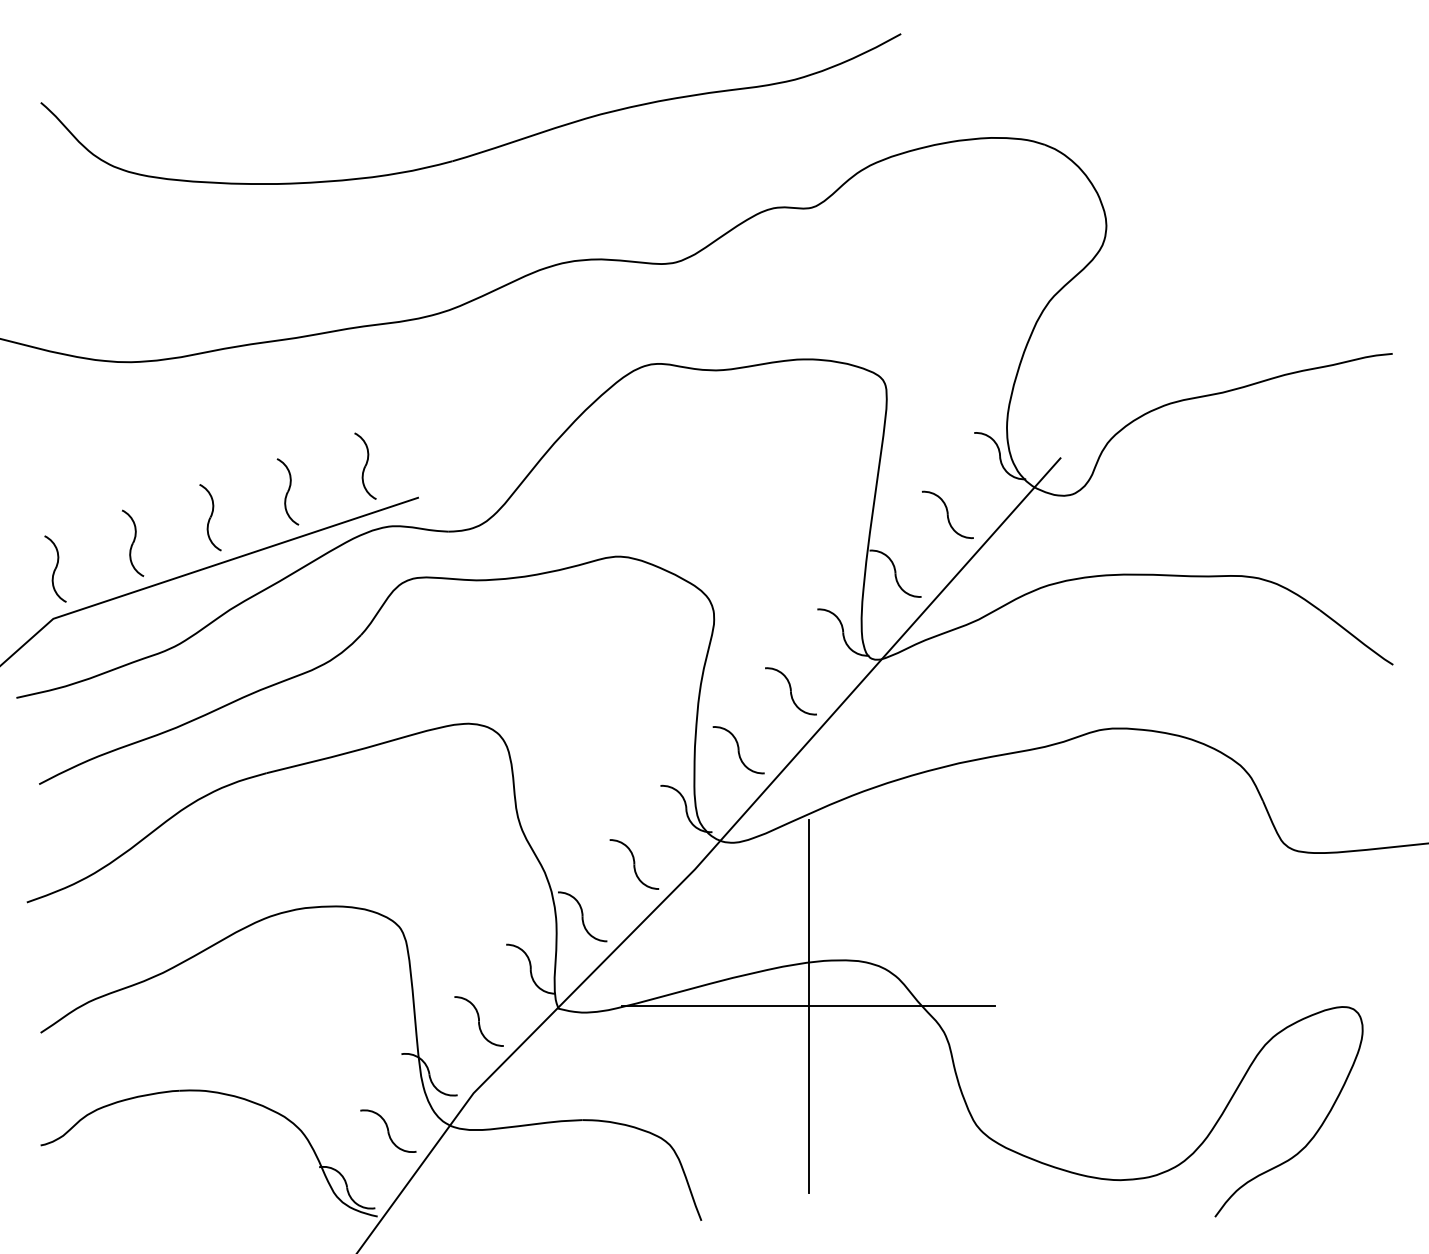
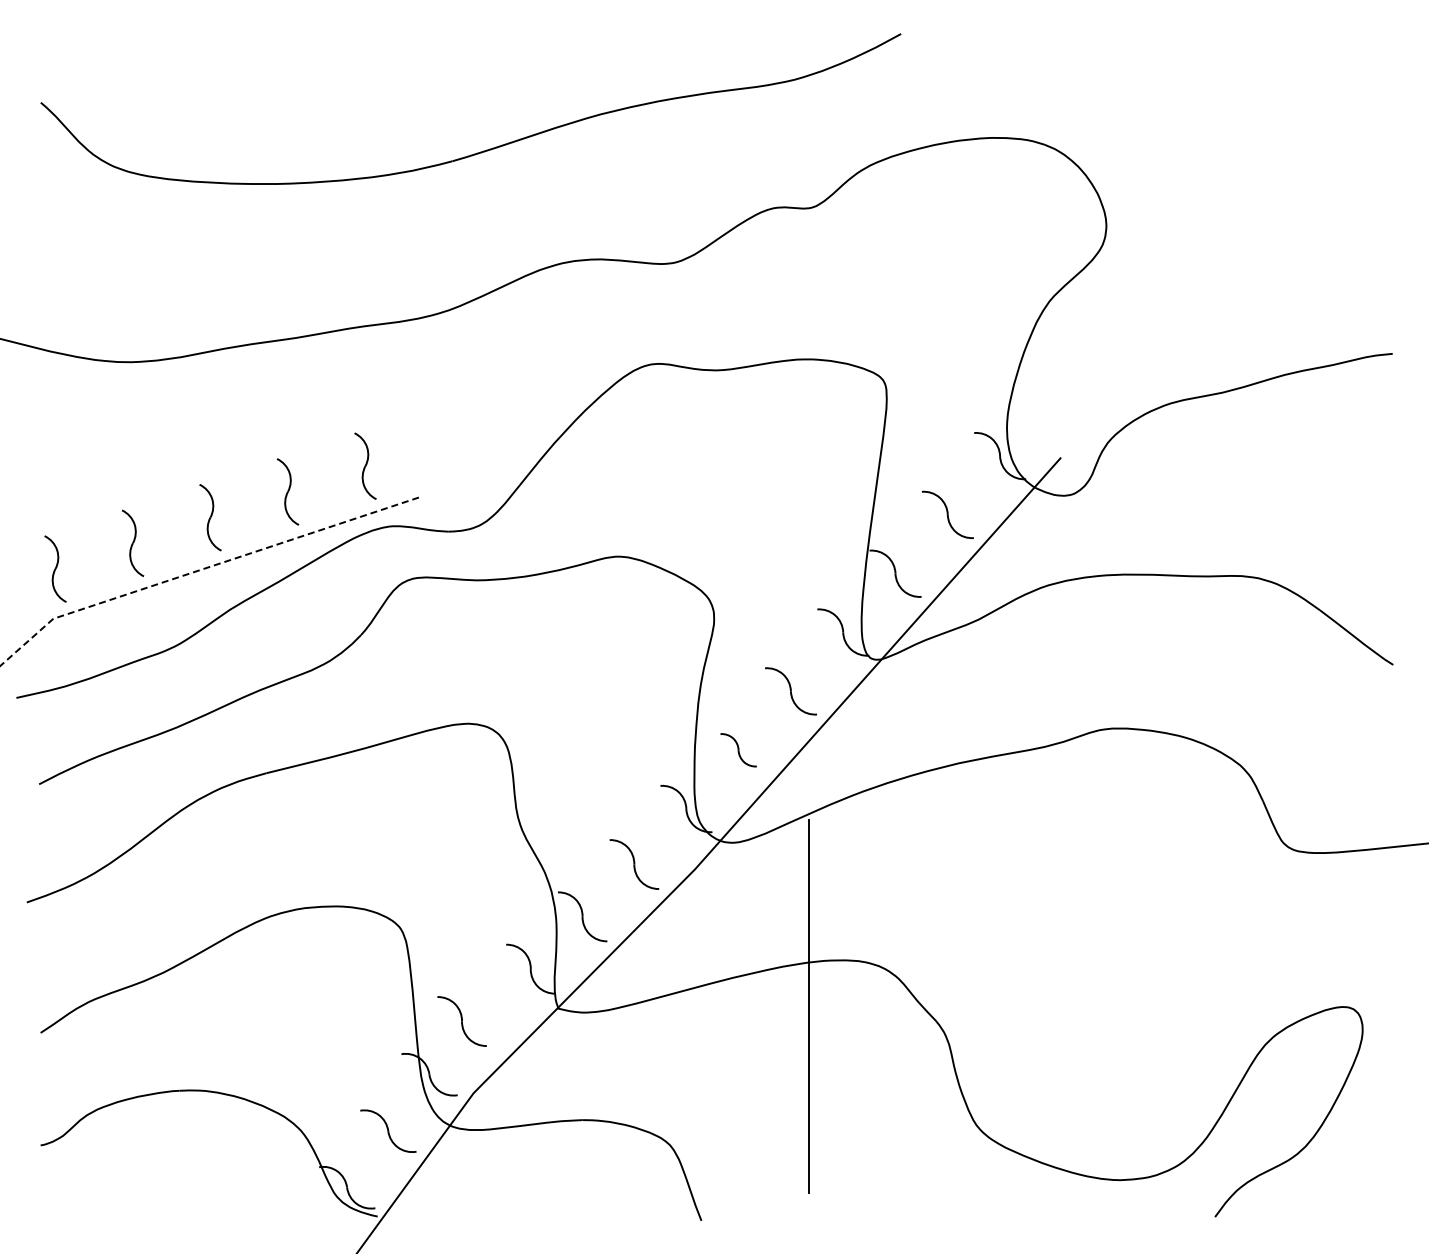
line at (202, 569): solid -> dashed
part at (738, 750) size: 53x49 px -> 37x35 px
line at (808, 1006): present -> none
part at (478, 1021) position: (478, 1021) -> (461, 1021)
